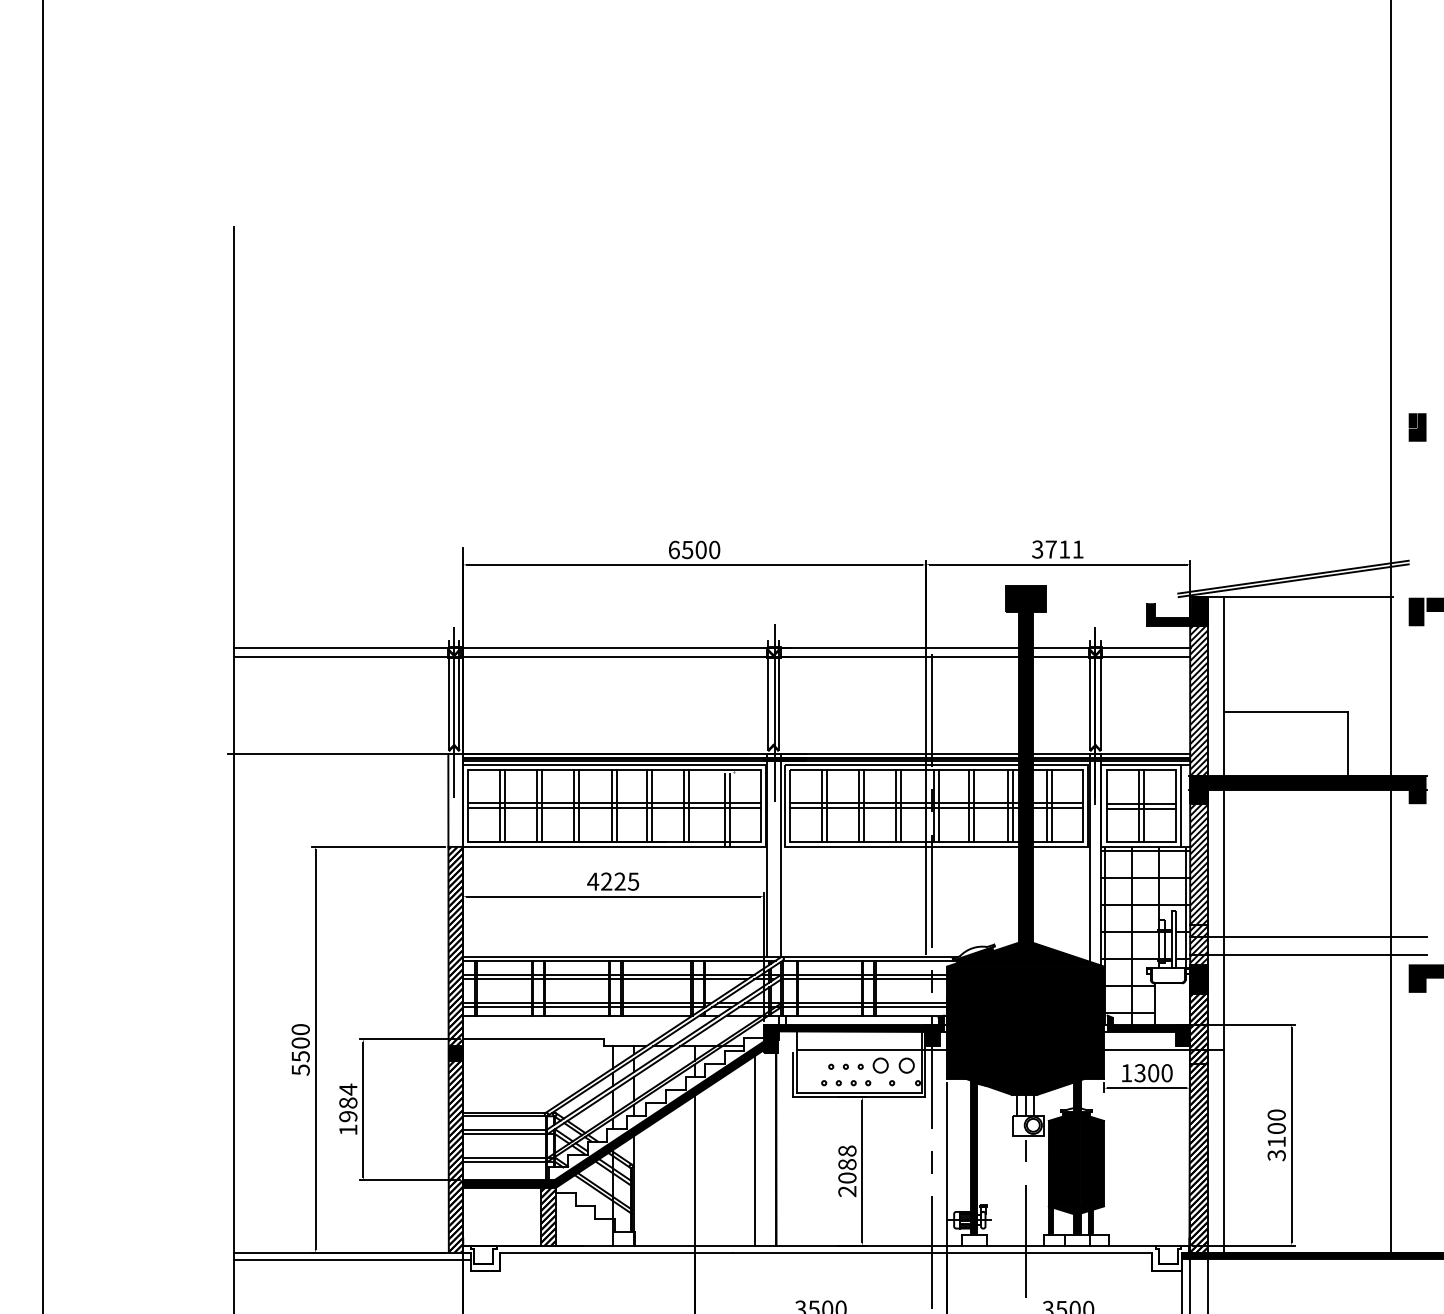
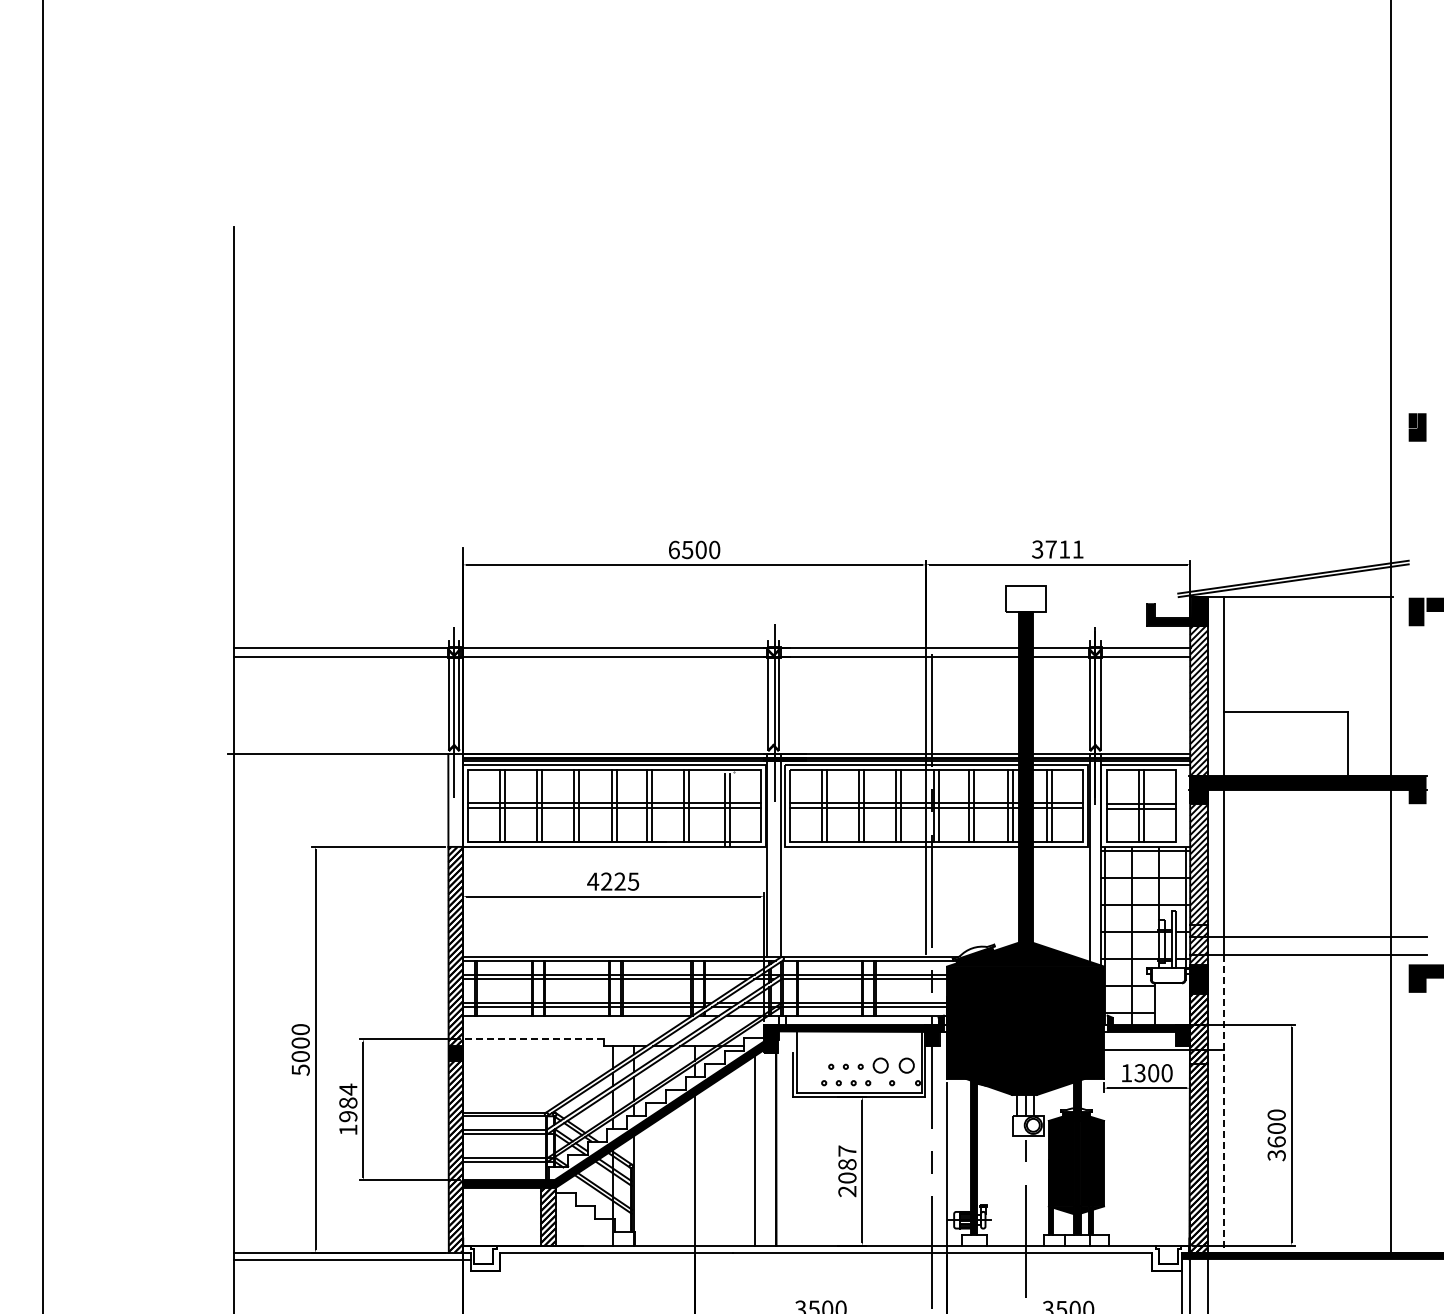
fill at (1025, 598): present -> none
line at (1180, 806): present -> none
line at (533, 1039): solid -> dashed
line at (872, 1050): present -> none
text at (300, 1056): 5500 -> 5000
line at (1224, 1104): solid -> dashed
text at (1276, 1141): 3100 -> 3600
text at (847, 1150): 2088 -> 2087
